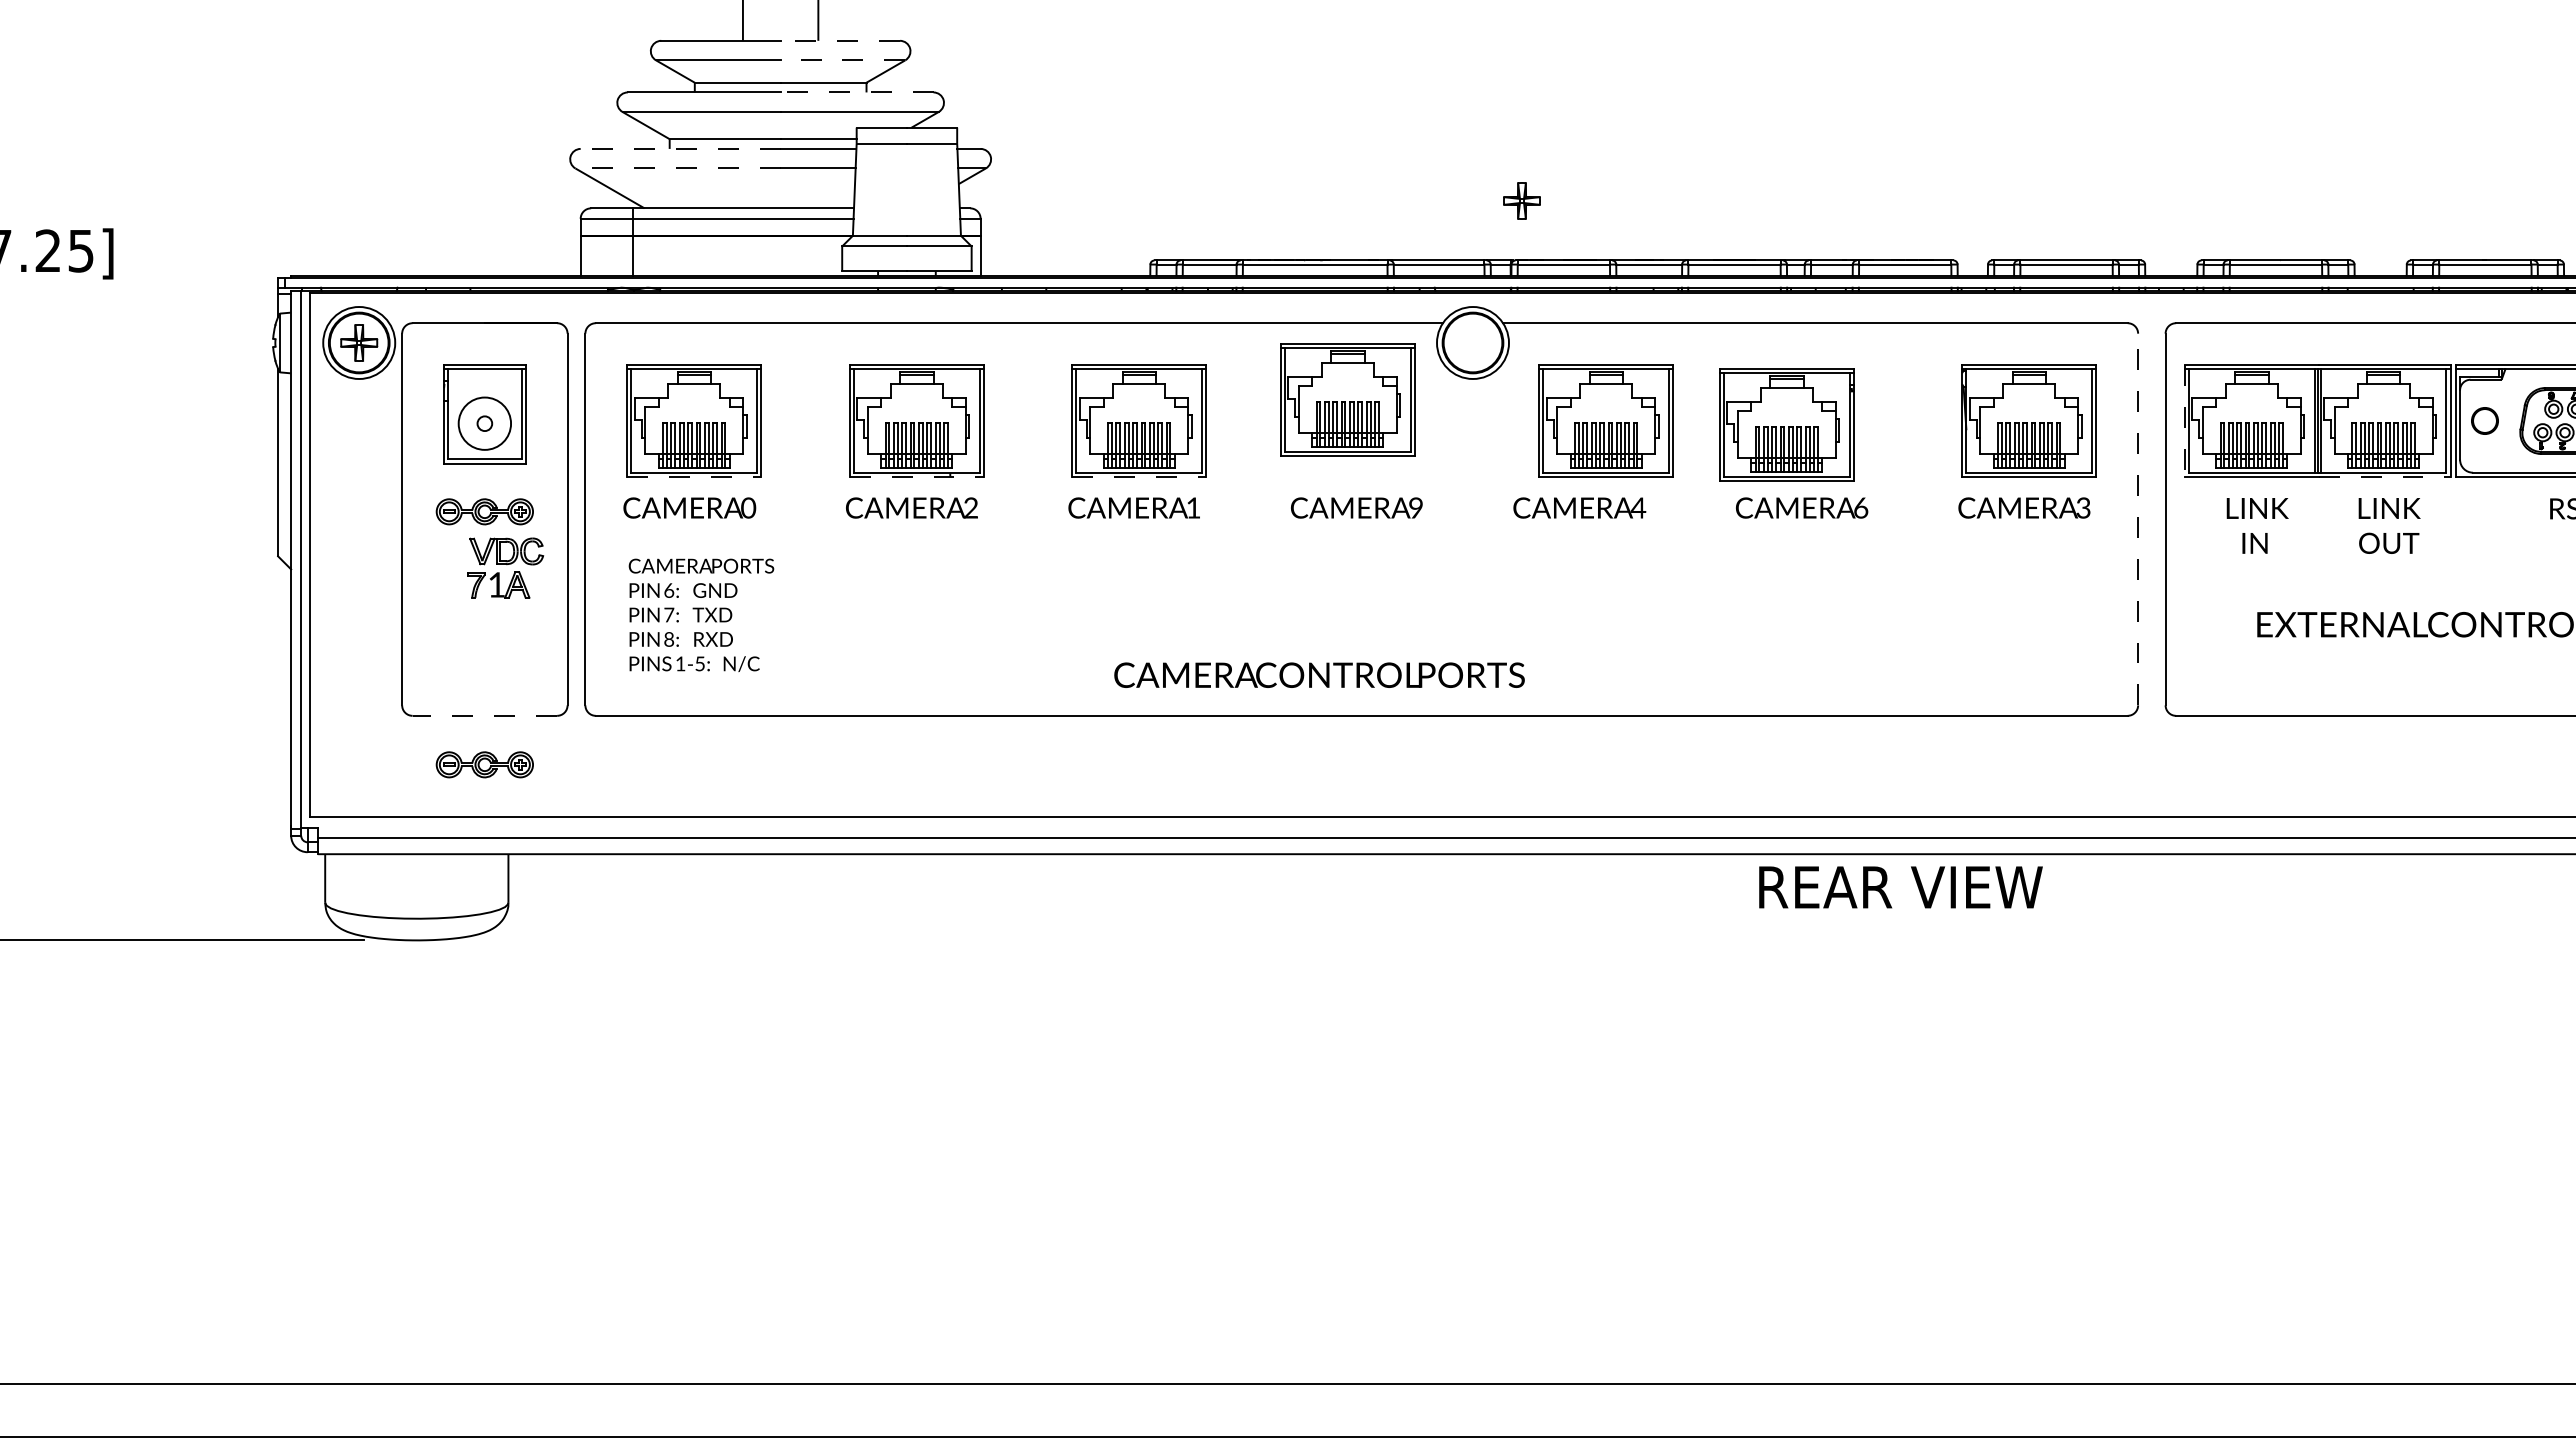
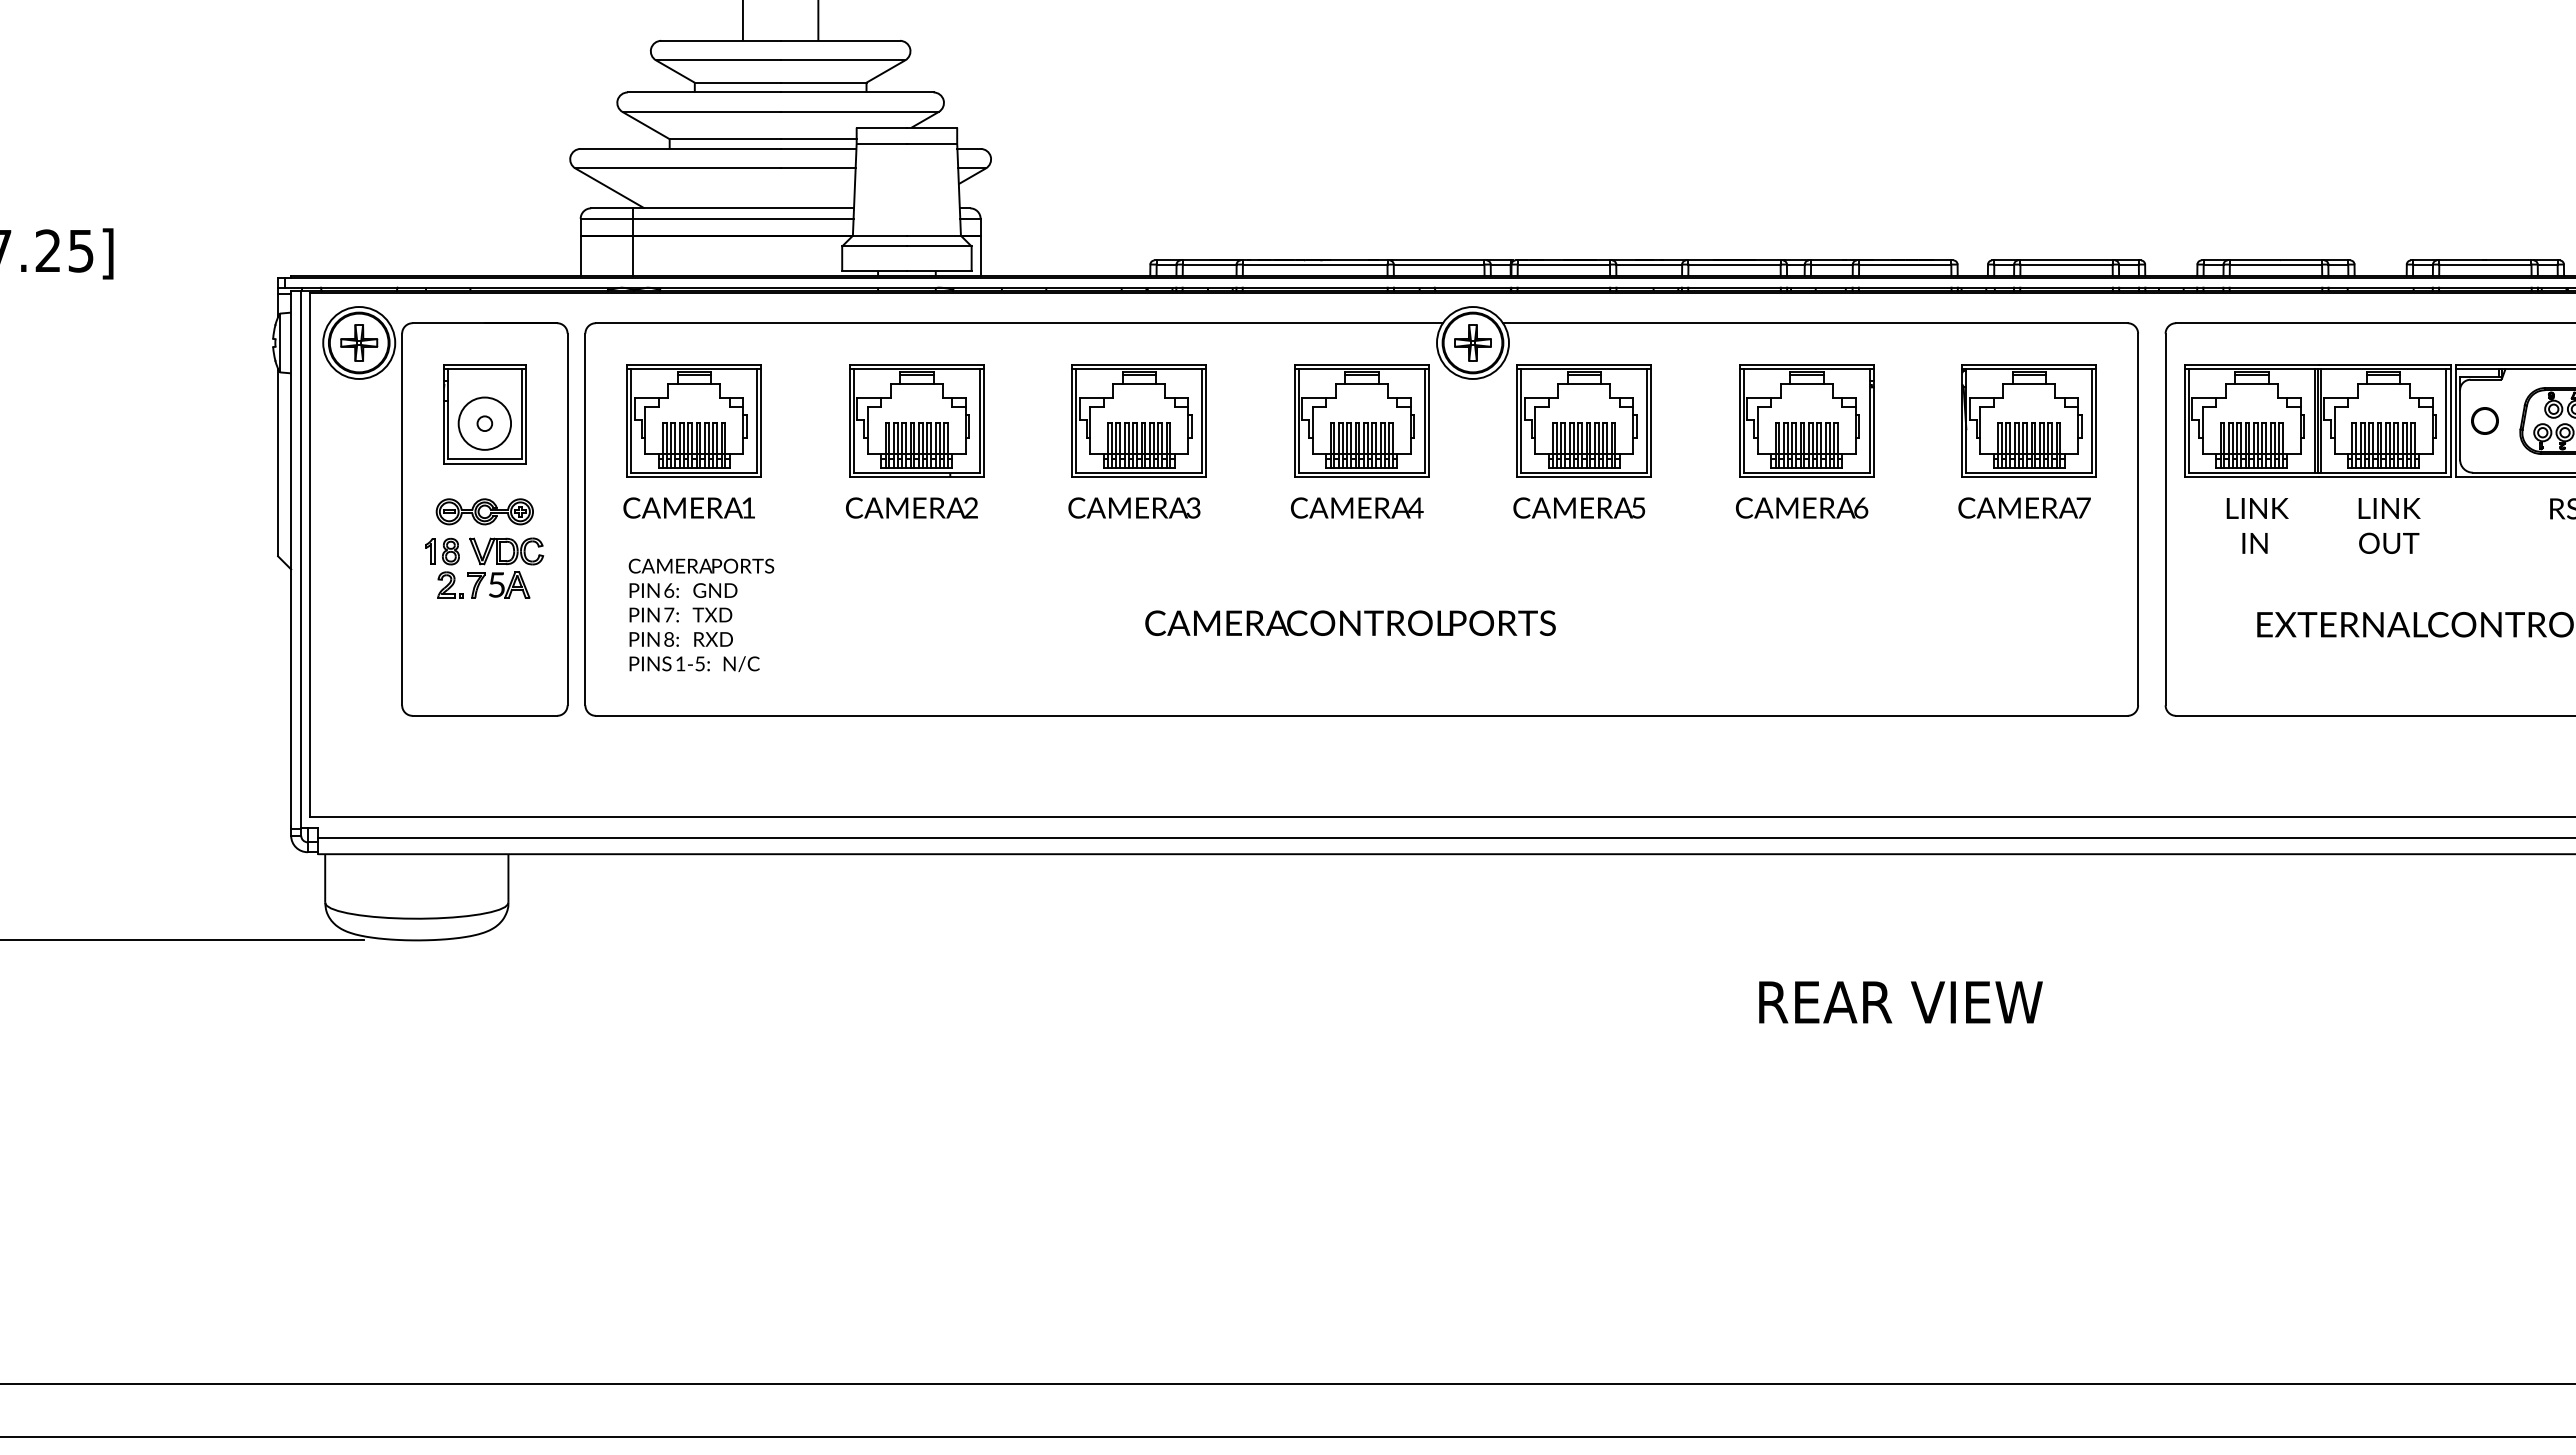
line at (840, 40): dashed -> solid
line at (842, 60): dashed -> solid
line at (856, 92): dashed -> solid
line at (680, 148): dashed -> solid
line at (678, 168): dashed -> solid
part at (1521, 200) position: (1521, 200) -> (1472, 342)
part at (1347, 399) position: (1347, 399) -> (1361, 420)
part at (1605, 420) position: (1605, 420) -> (1583, 420)
line at (2184, 421): dashed -> solid
part at (1786, 424) position: (1786, 424) -> (1806, 420)
line at (694, 477): dashed -> solid
line at (917, 477): dashed -> solid
line at (1139, 477): dashed -> solid
line at (2384, 477): dashed -> solid
text at (748, 507): 0 -> 1
text at (1193, 507): 1 -> 3
text at (1415, 507): 9 -> 4
text at (1638, 507): 4 -> 5
text at (2083, 507): 3 -> 7
line at (2138, 519): dashed -> solid
part at (444, 567): none -> present
text at (496, 584): 1 -> 5
text at (1319, 674) position: (1319, 674) -> (1350, 622)
line at (484, 715): dashed -> solid
part at (484, 764): present -> none
text at (1900, 887) position: (1900, 887) -> (1900, 1002)
